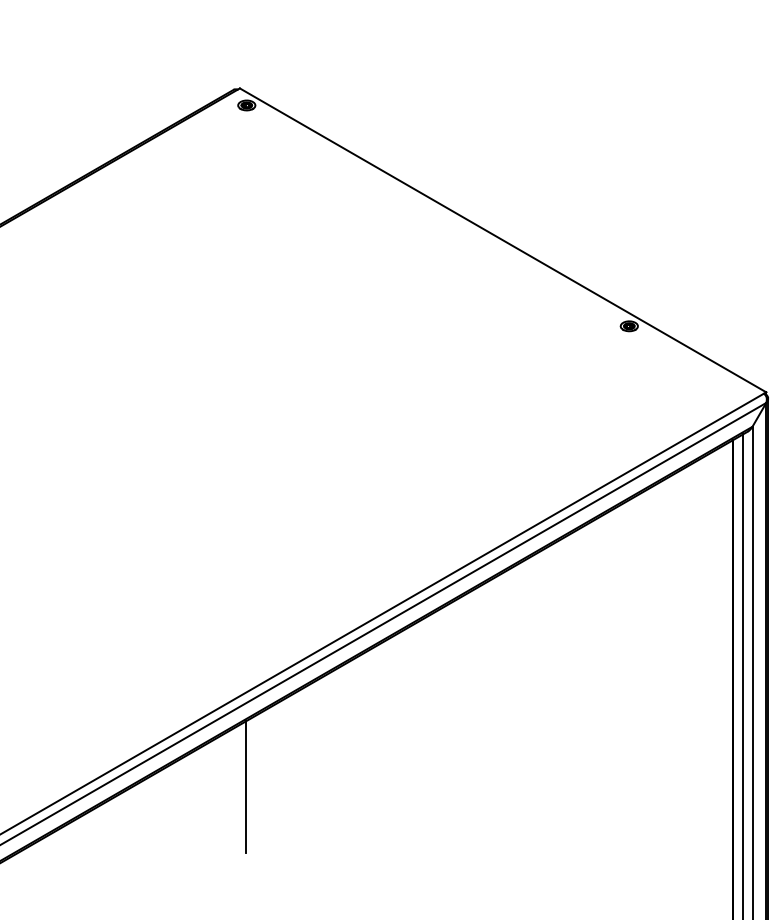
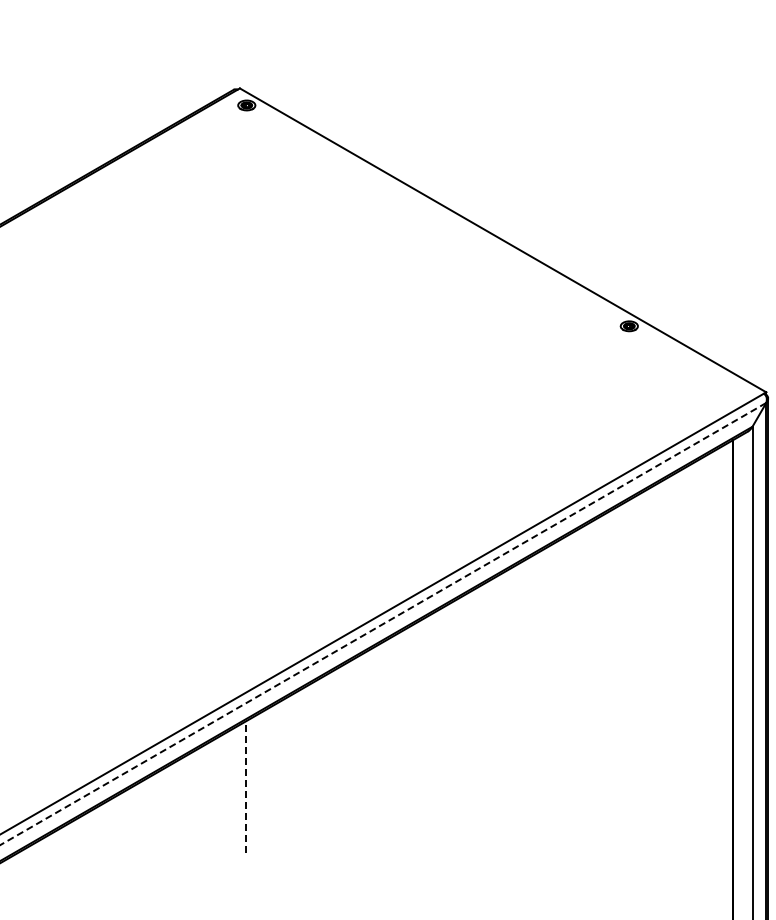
line at (382, 624): solid -> dashed
line at (743, 675): present -> none
line at (246, 787): solid -> dashed
